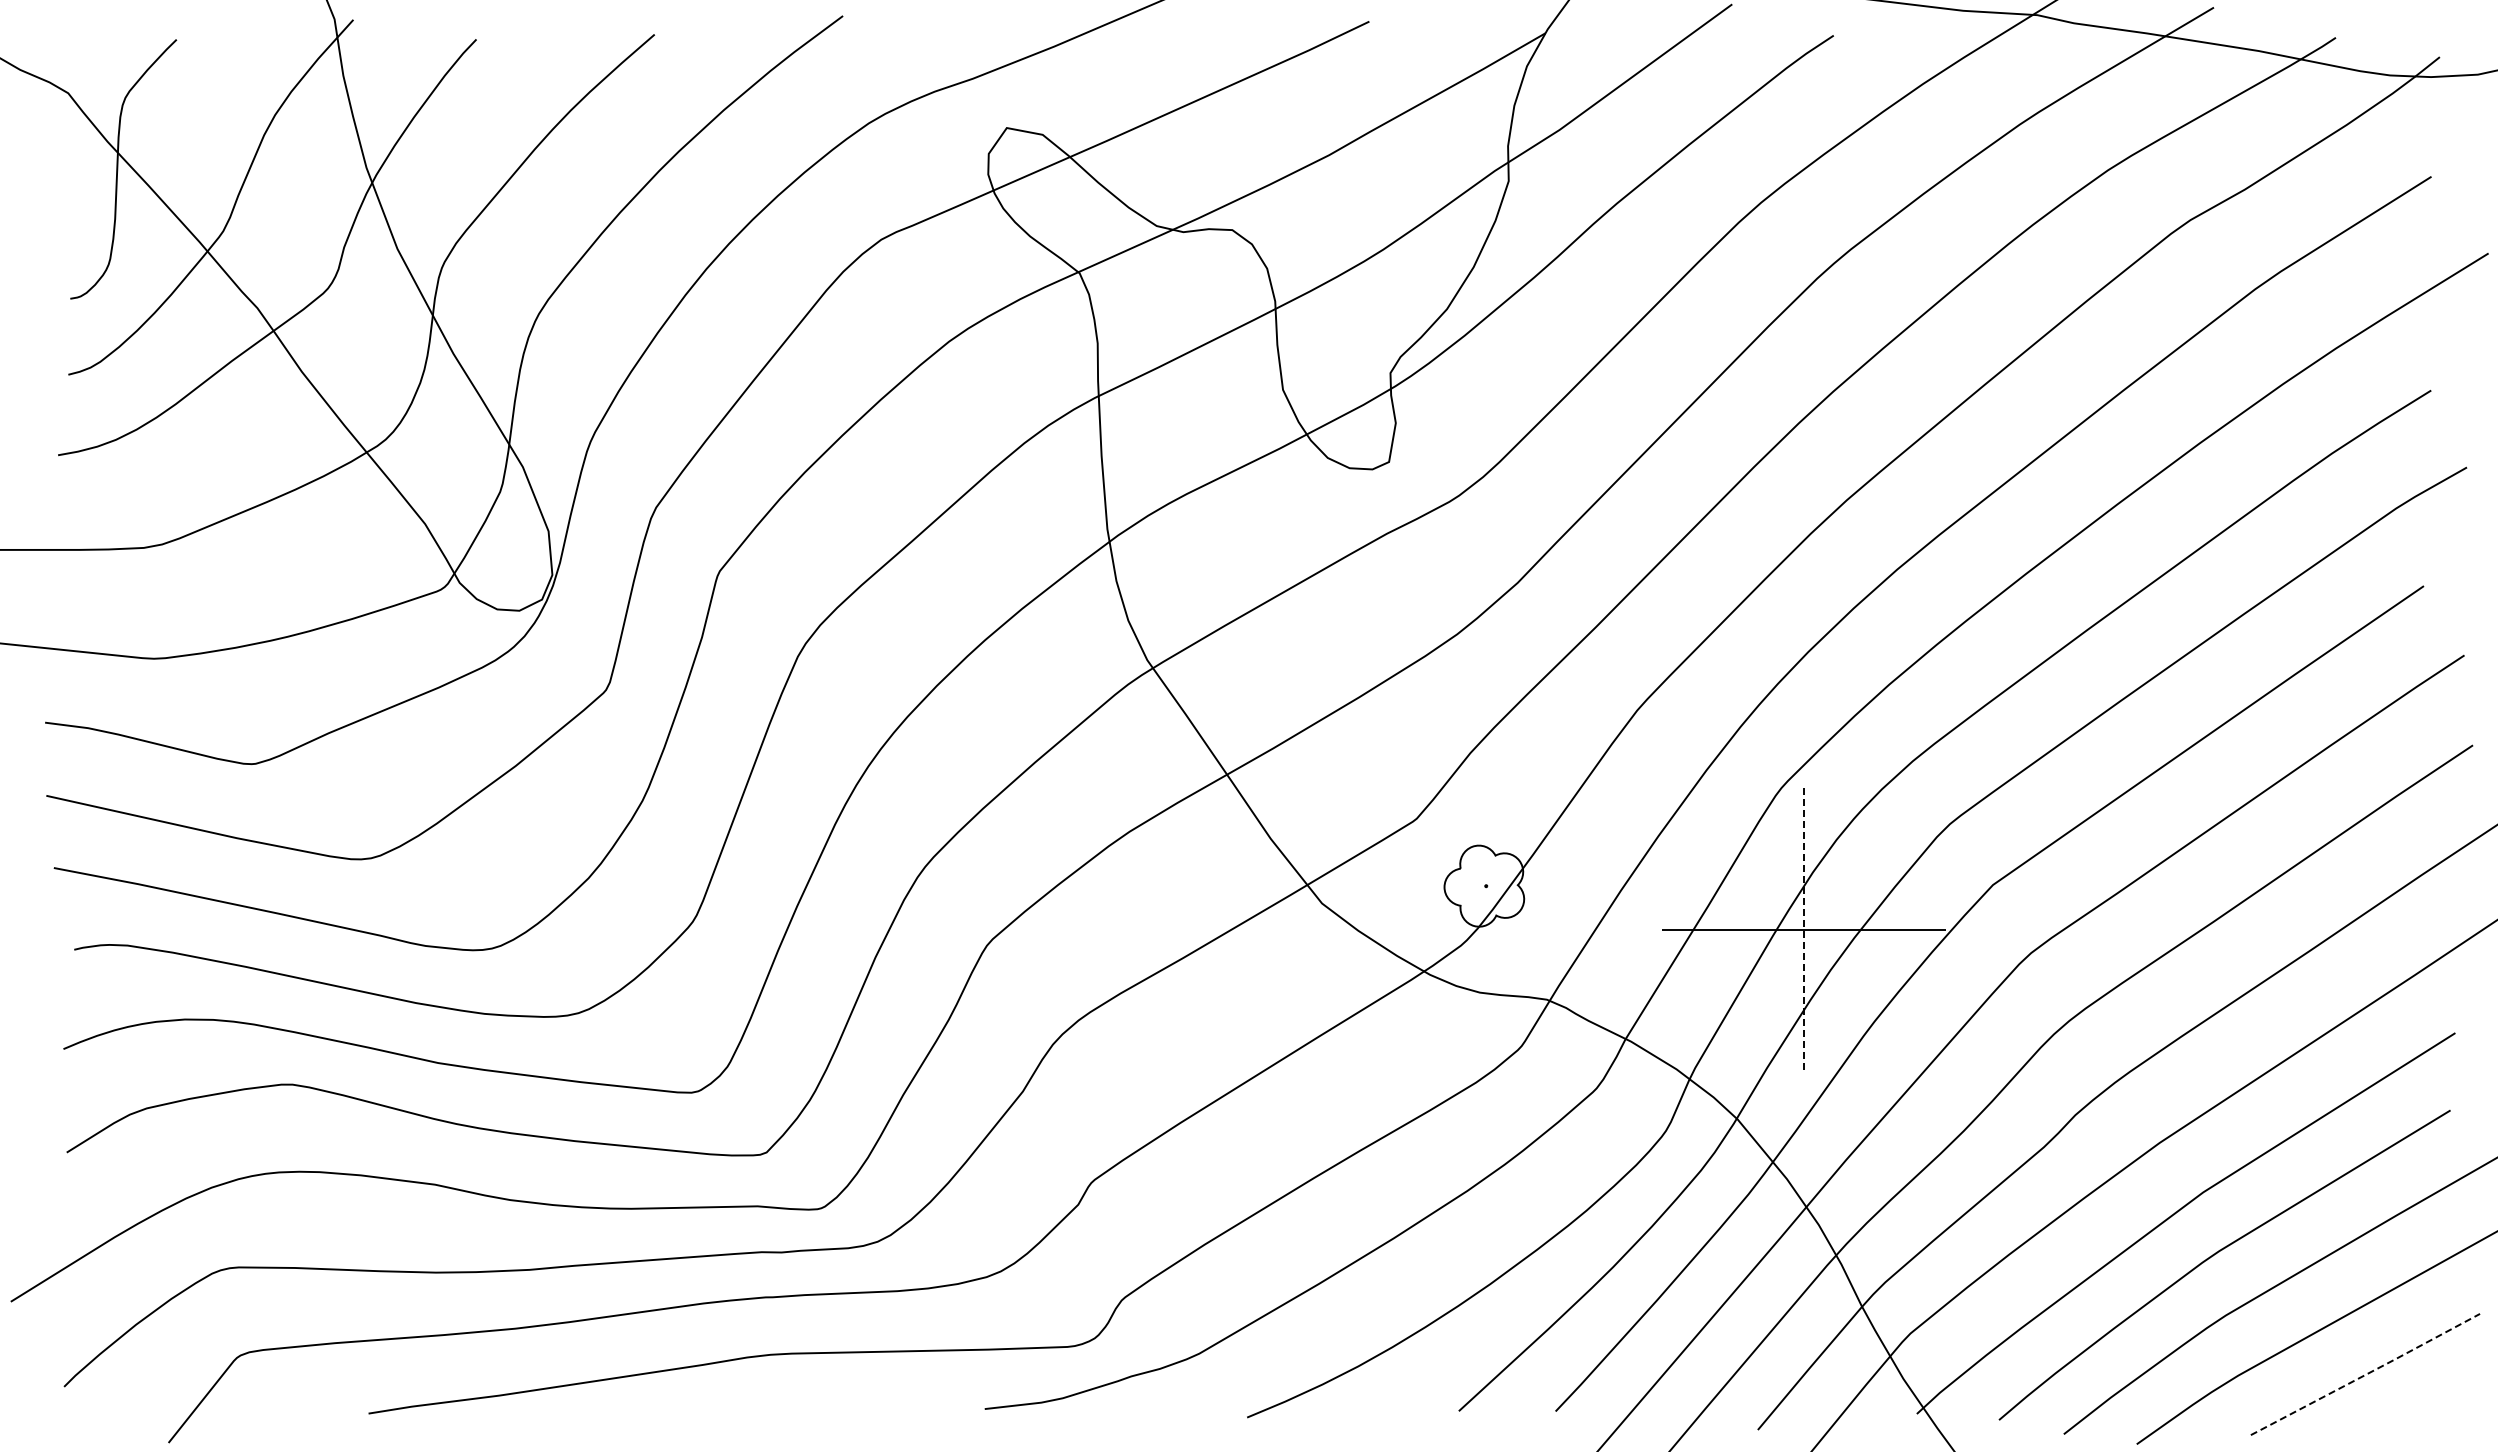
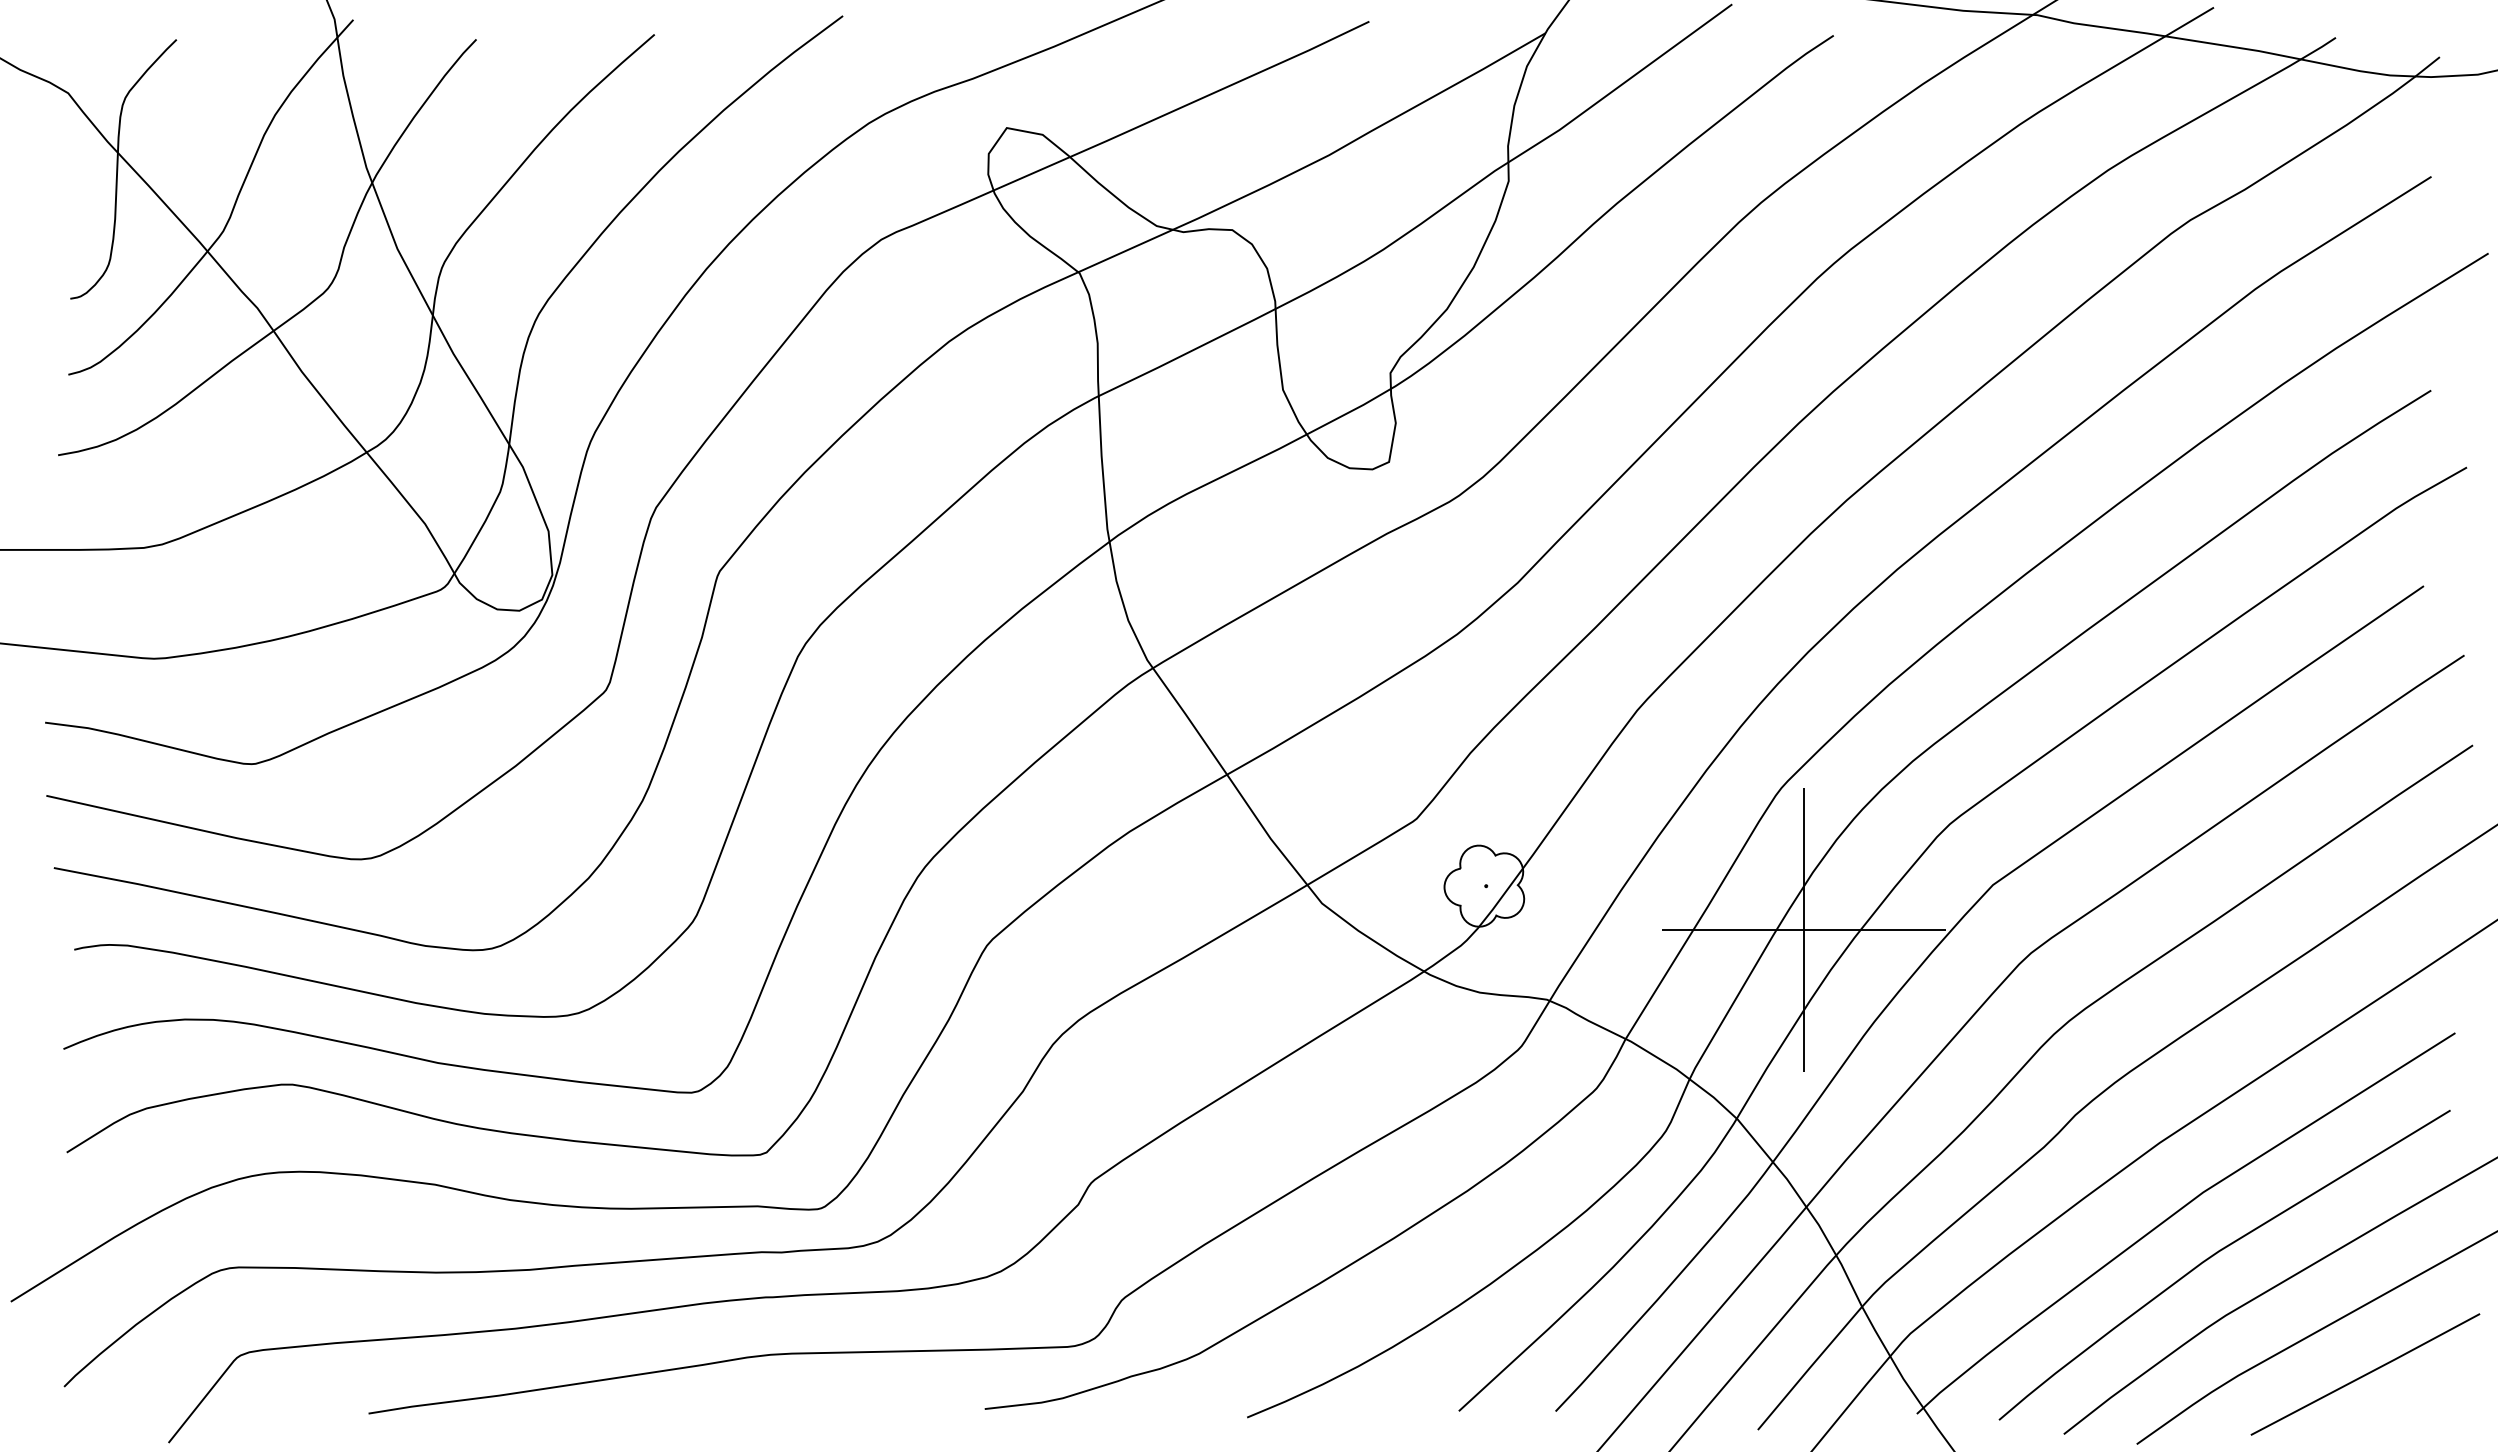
line at (1804, 930): dashed -> solid
line at (2366, 1374): dashed -> solid
